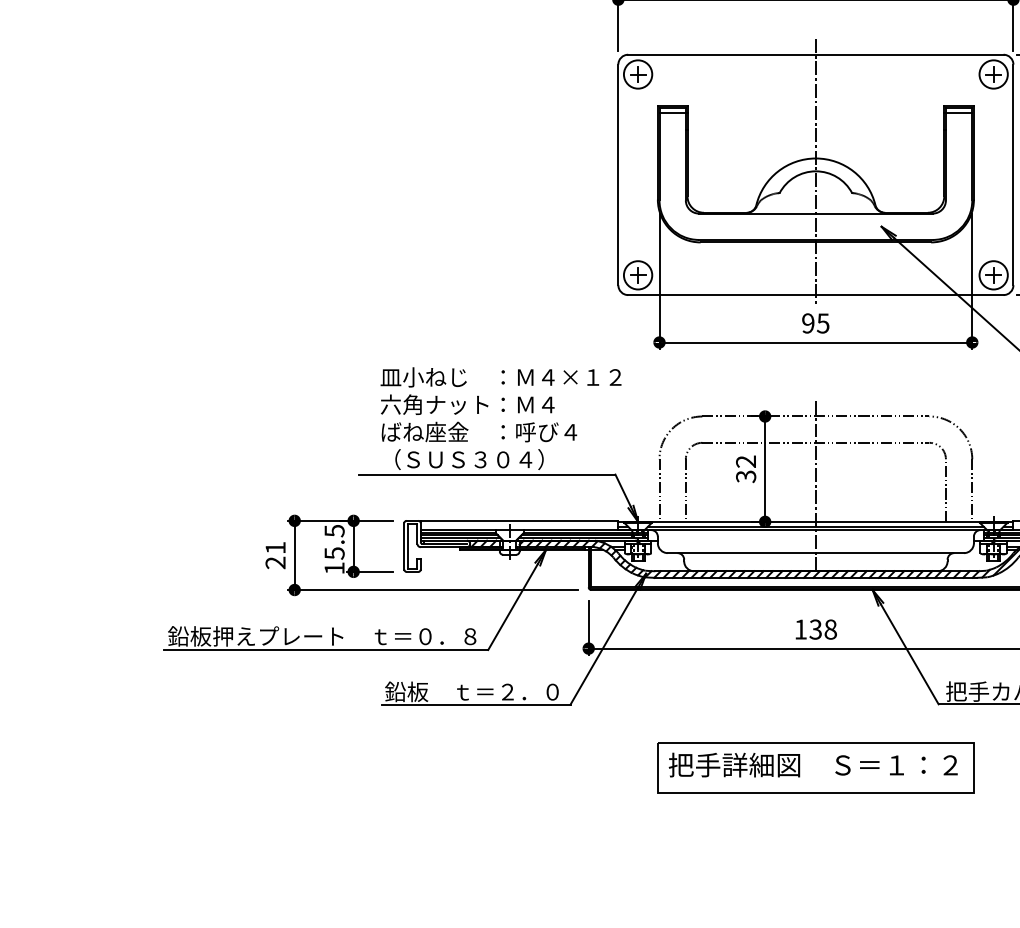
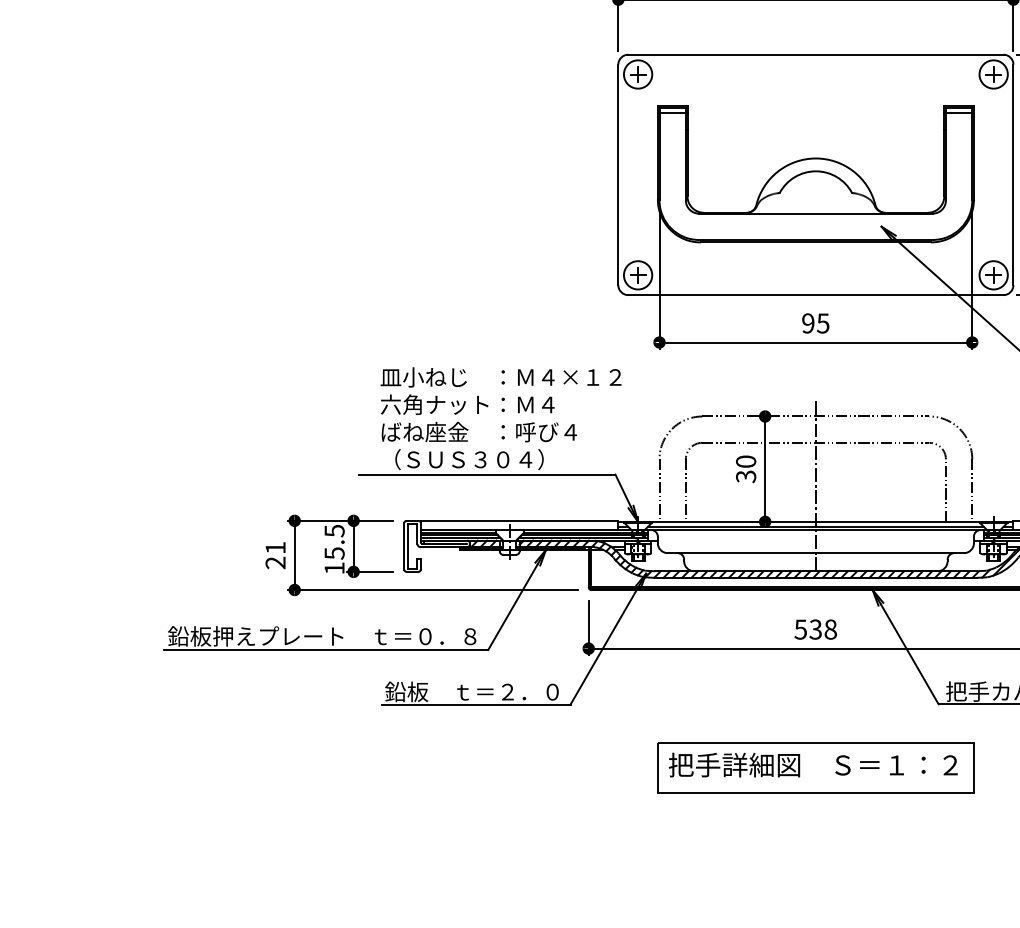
line at (815, 172): present -> none
text at (746, 461): 32 -> 30
text at (800, 629): 138 -> 538
